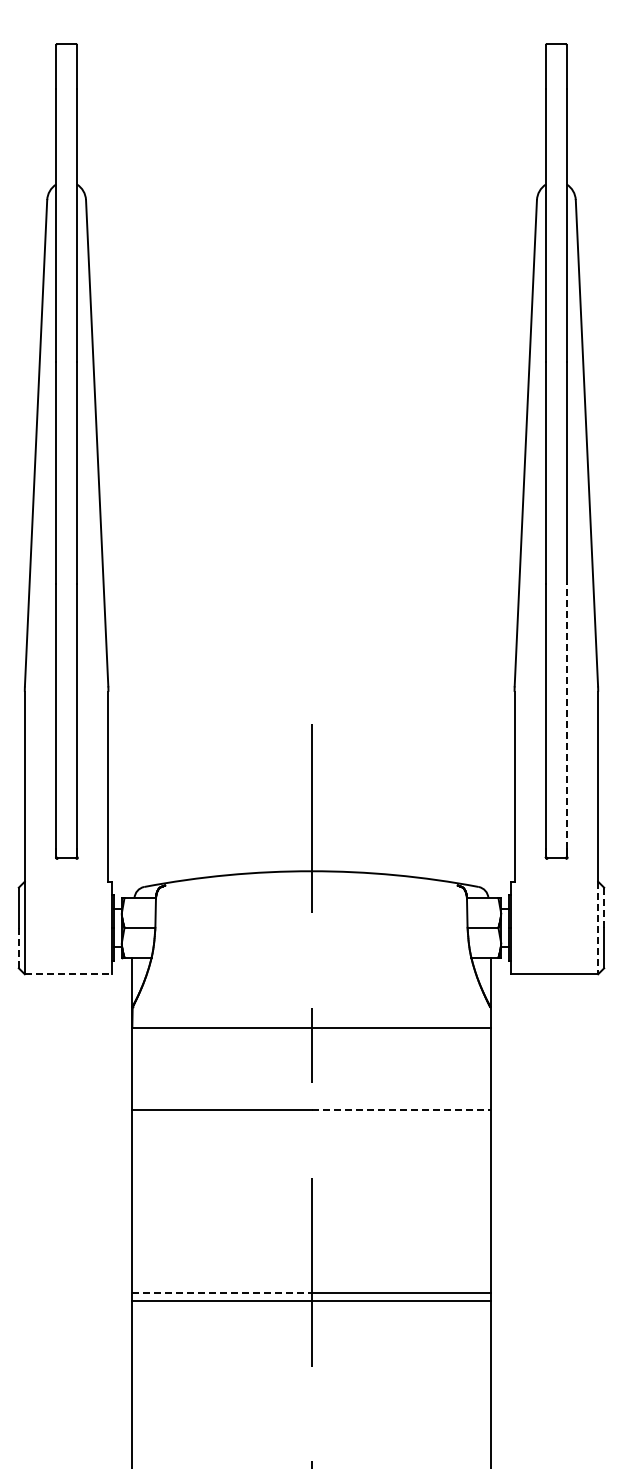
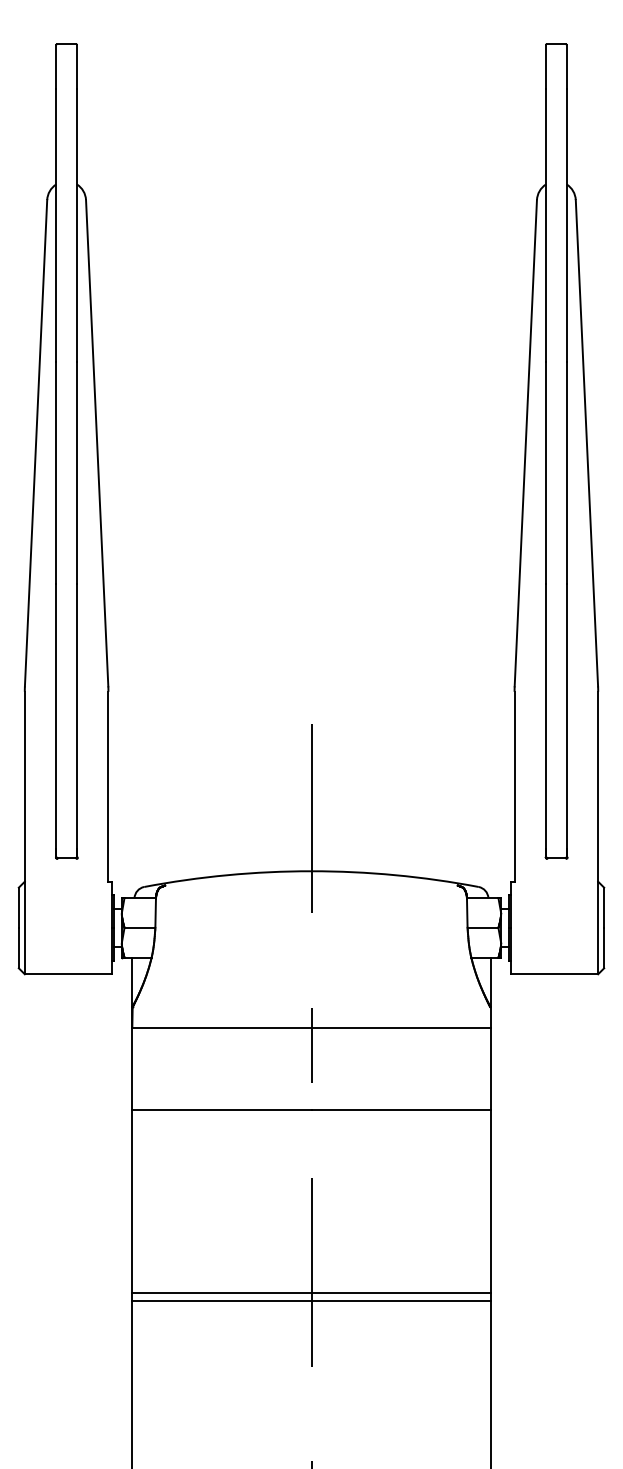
line at (566, 716): dashed -> solid
line at (604, 907): dashed -> solid
line at (598, 928): dashed -> solid
line at (18, 947): dashed -> solid
line at (68, 974): dashed -> solid
line at (401, 1109): dashed -> solid
line at (221, 1292): dashed -> solid
